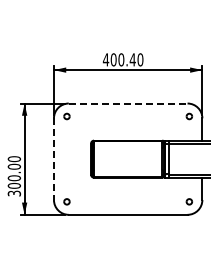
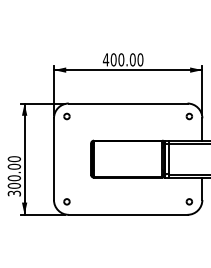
text at (132, 59): 400.40 -> 400.00
line at (128, 103): dashed -> solid
line at (53, 159): dashed -> solid
